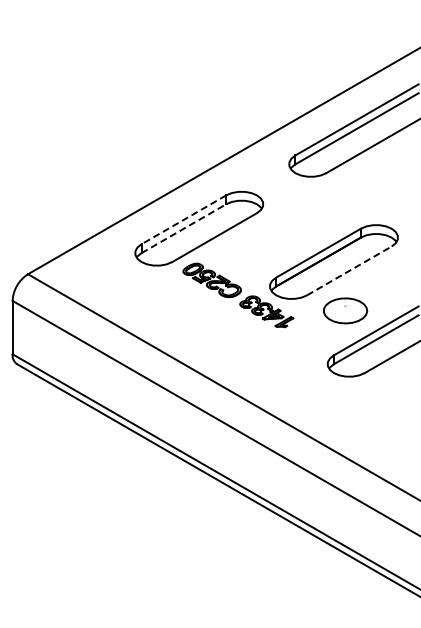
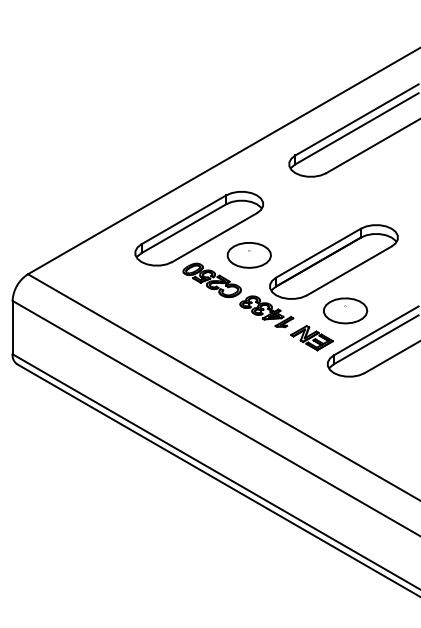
line at (183, 219): dashed -> solid
line at (183, 228): dashed -> solid
part at (248, 255): none -> present
line at (349, 270): dashed -> solid
part at (311, 338): none -> present
